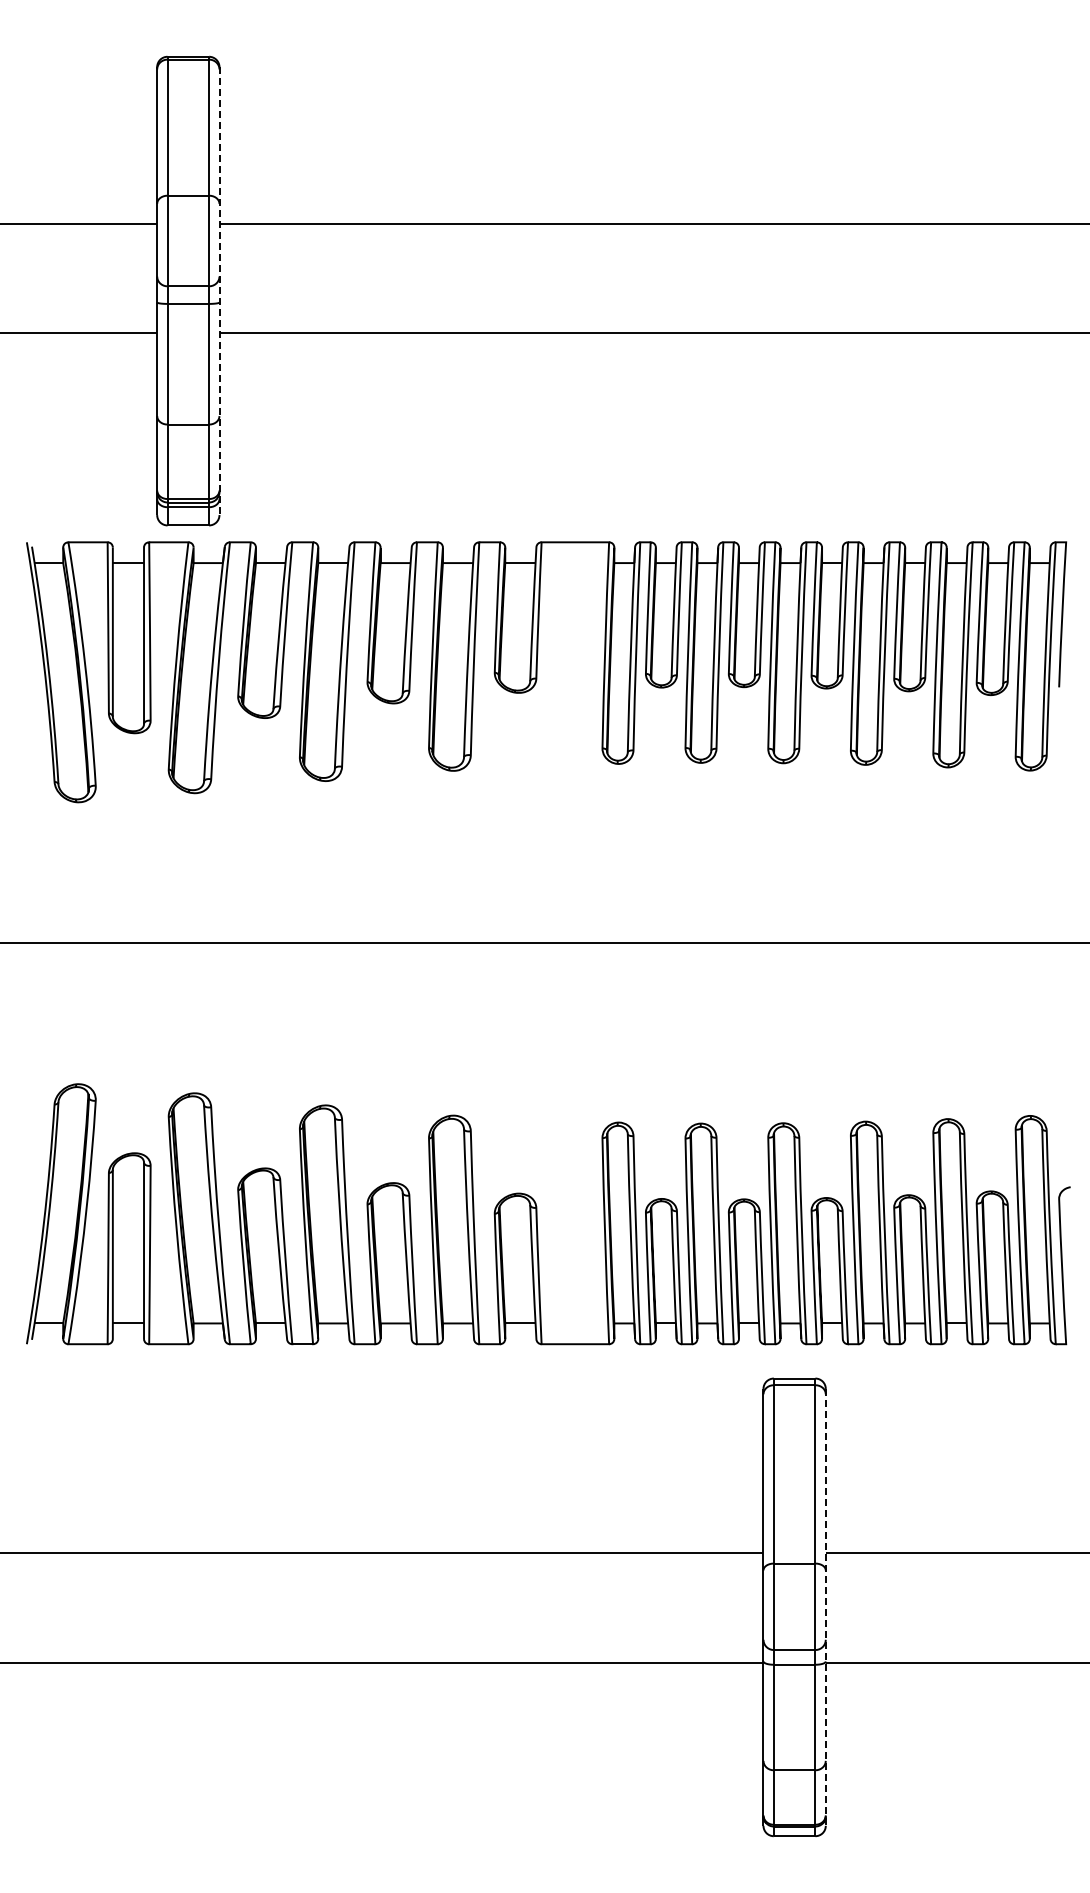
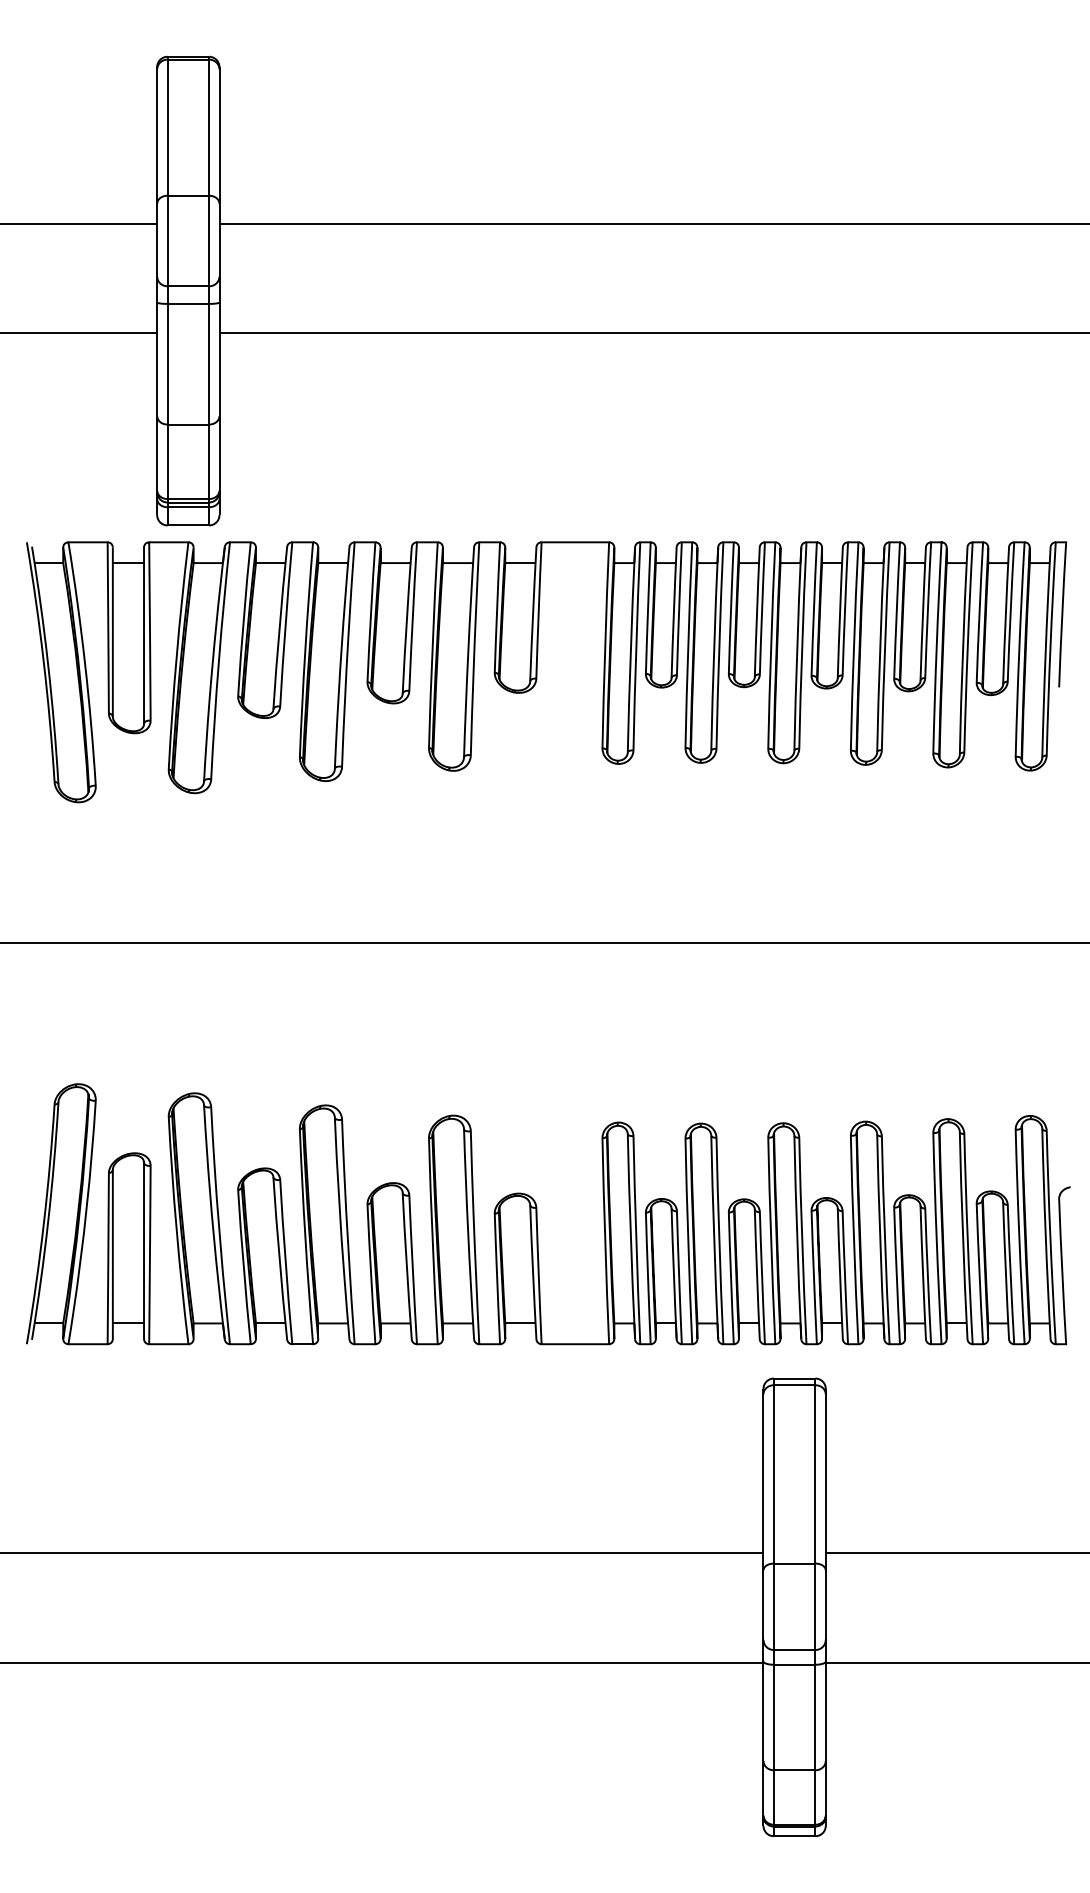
line at (219, 291): dashed -> solid
line at (825, 1607): dashed -> solid
